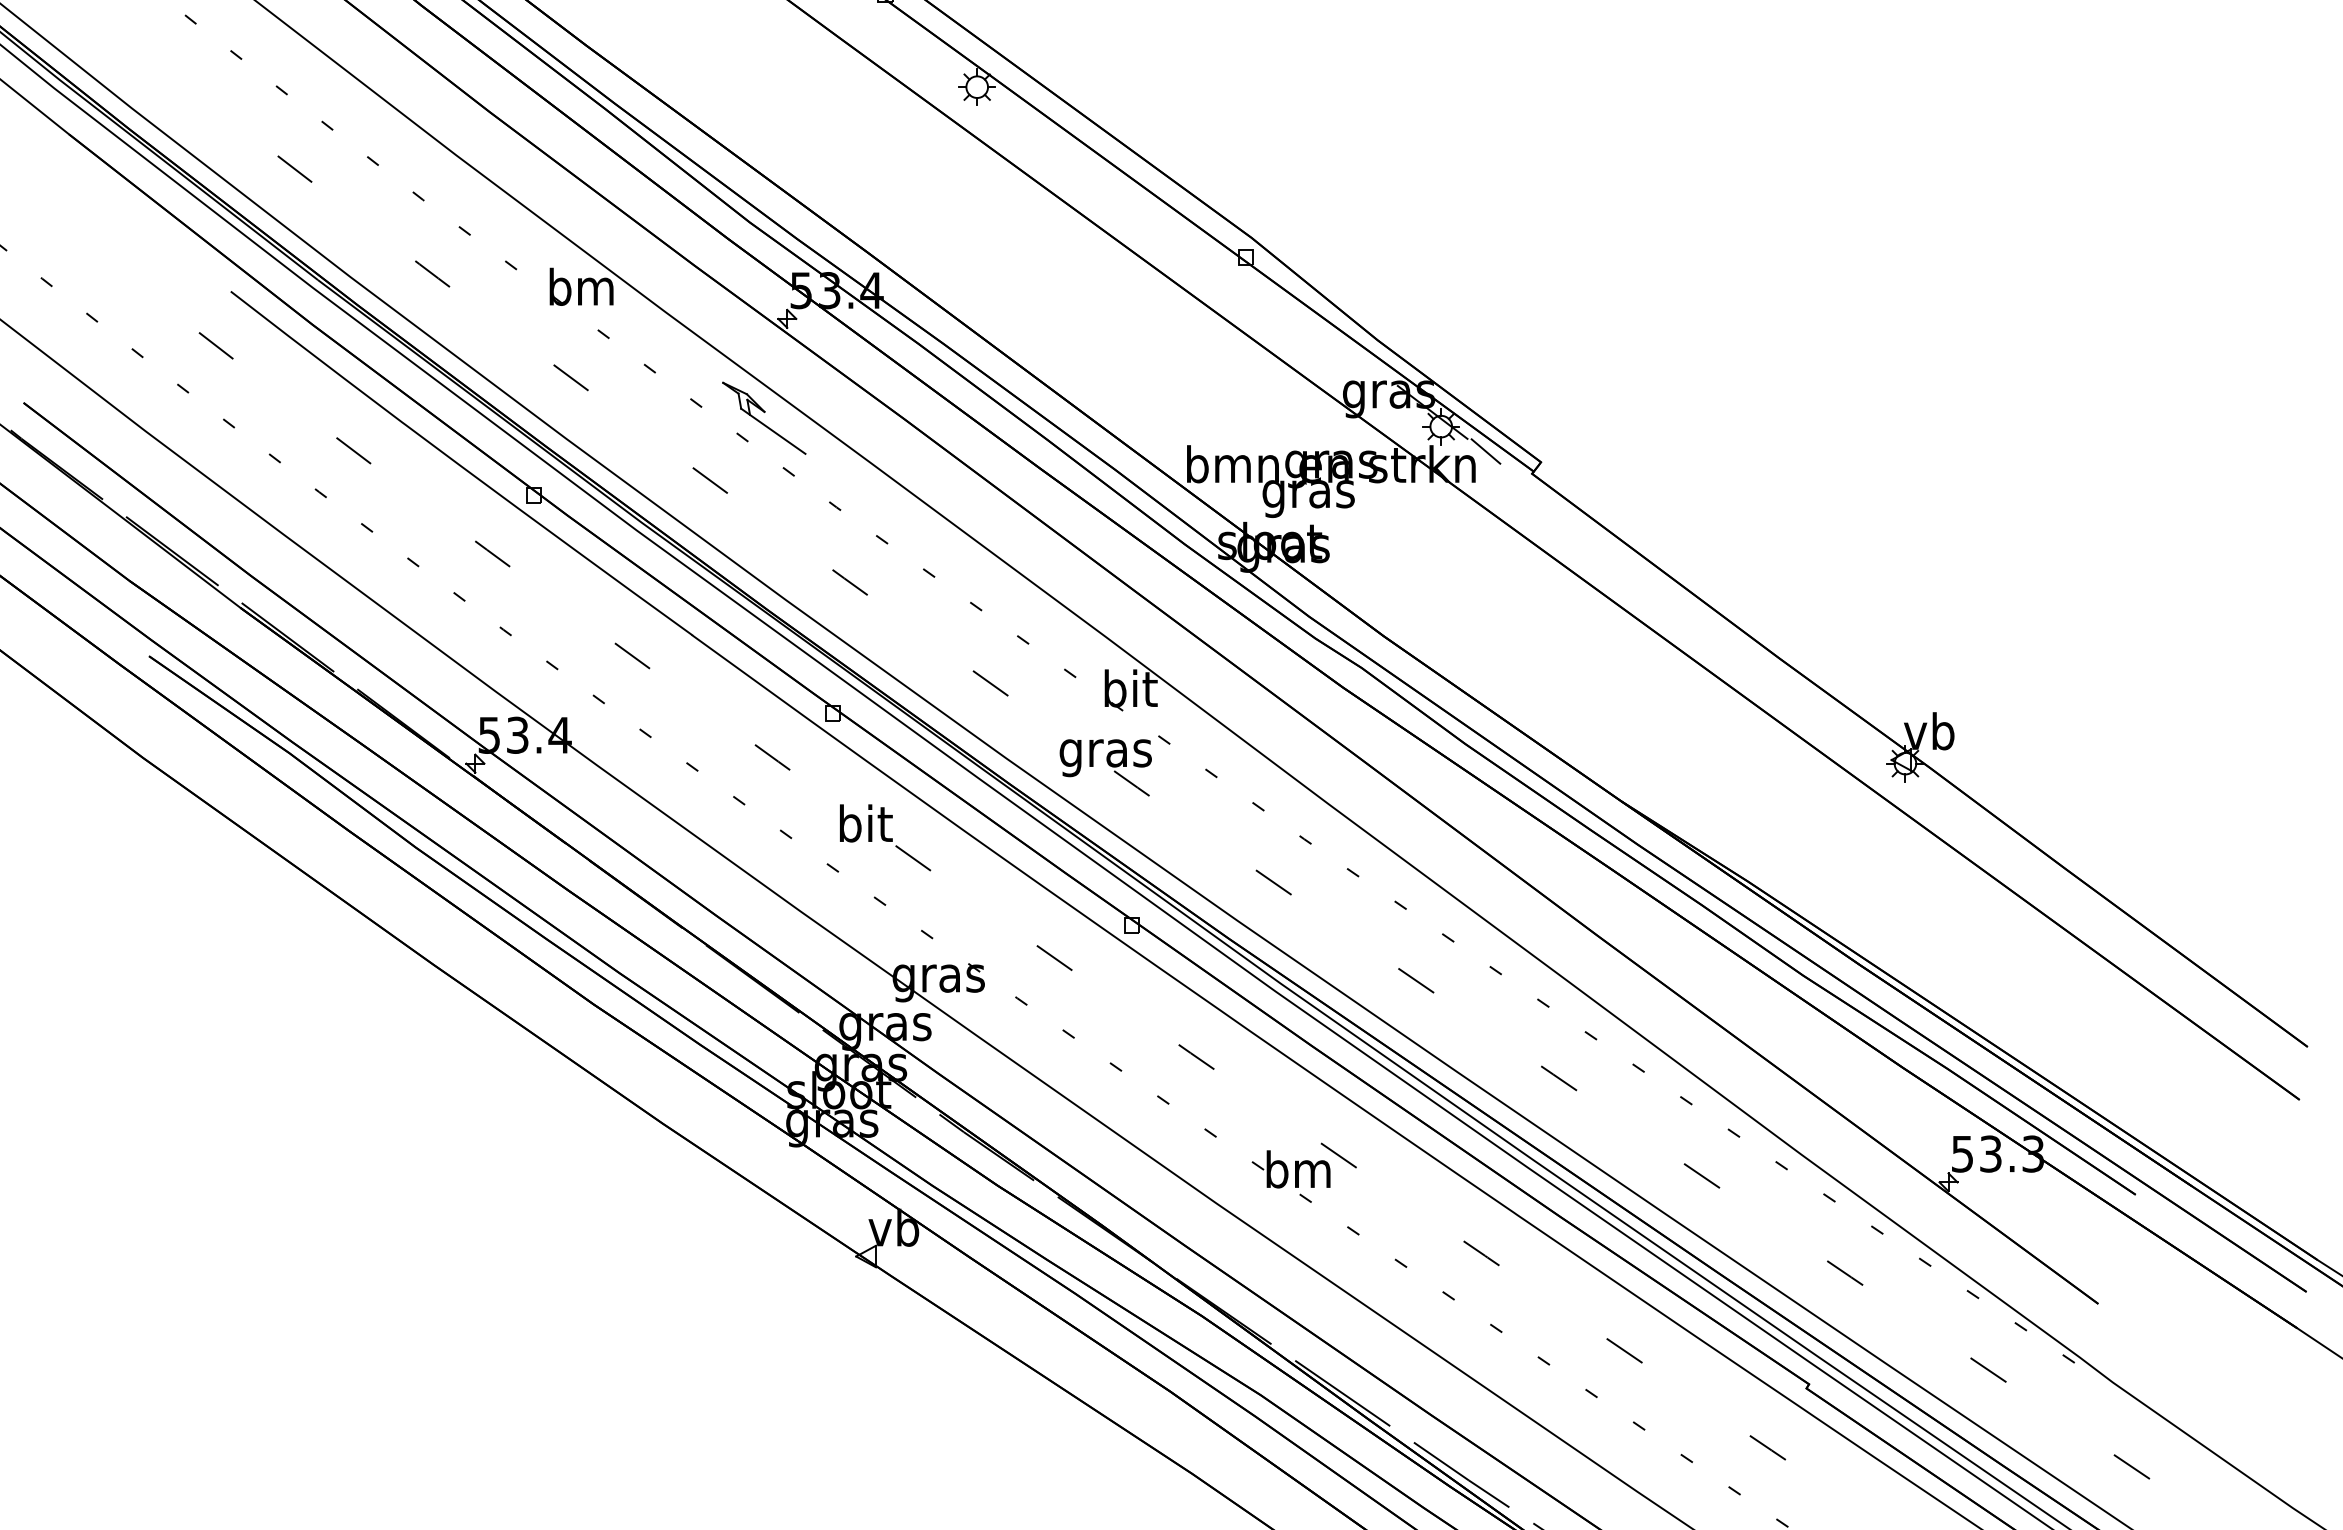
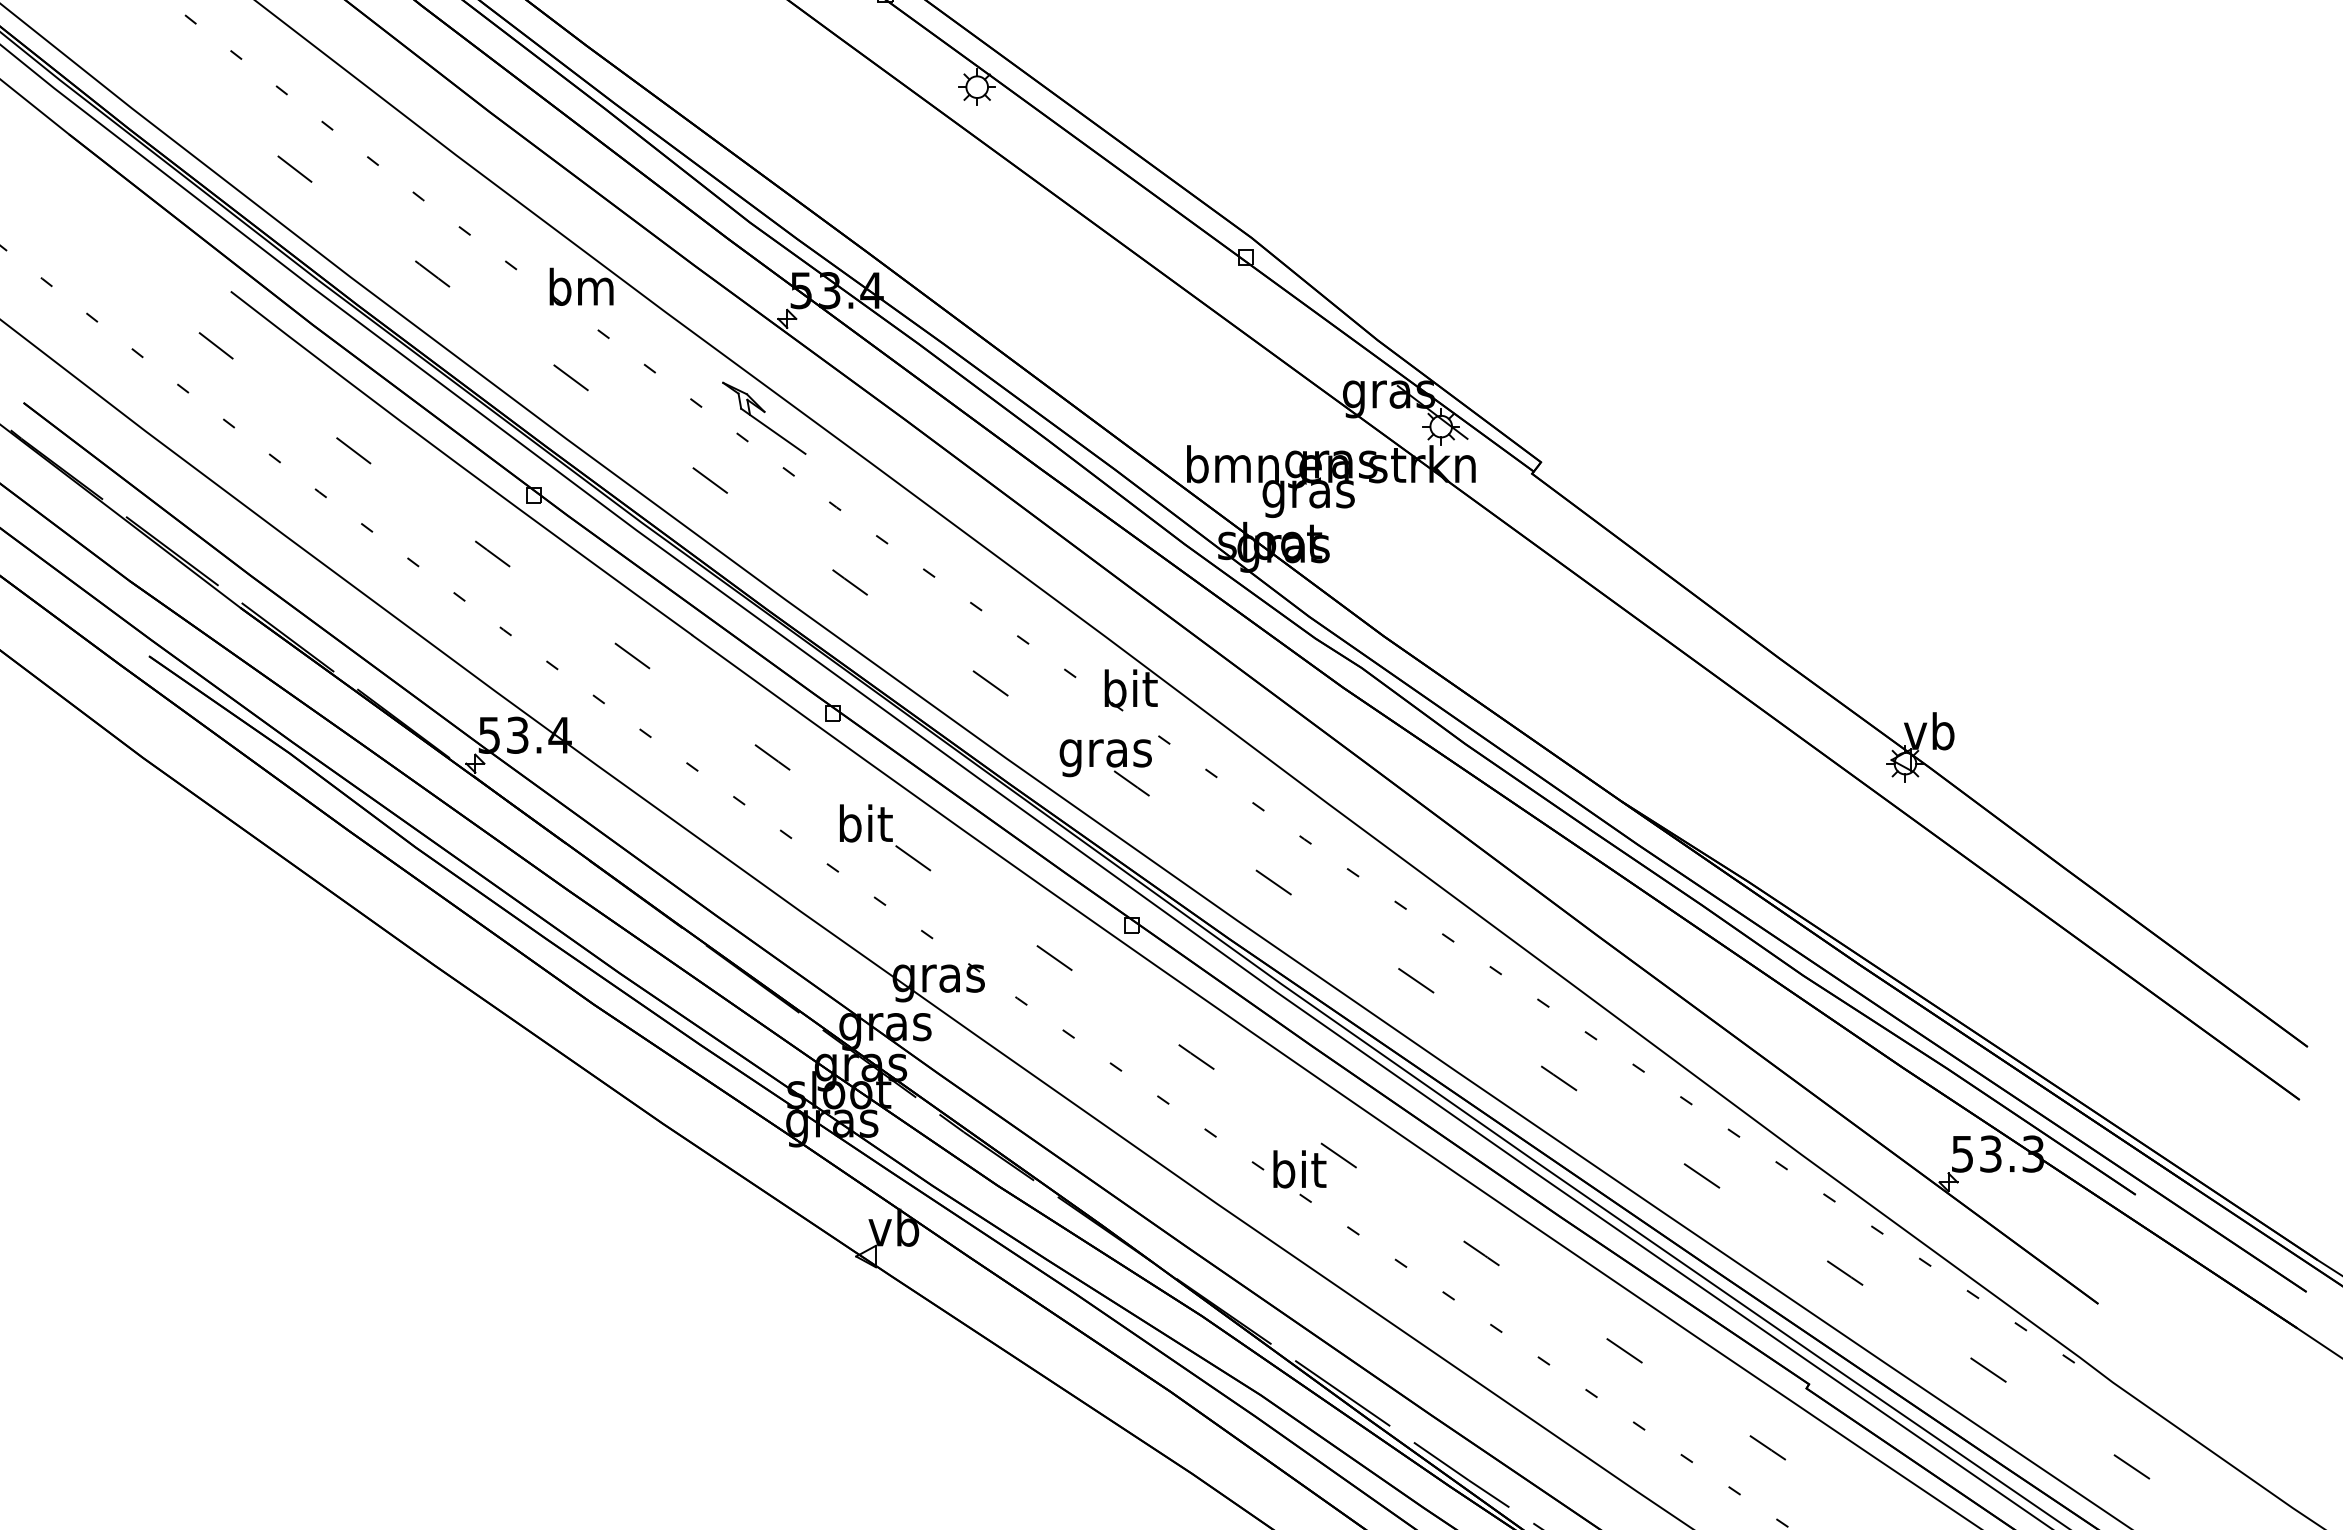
line at (1485, 451): present -> none
text at (1298, 1169): bm -> bit
